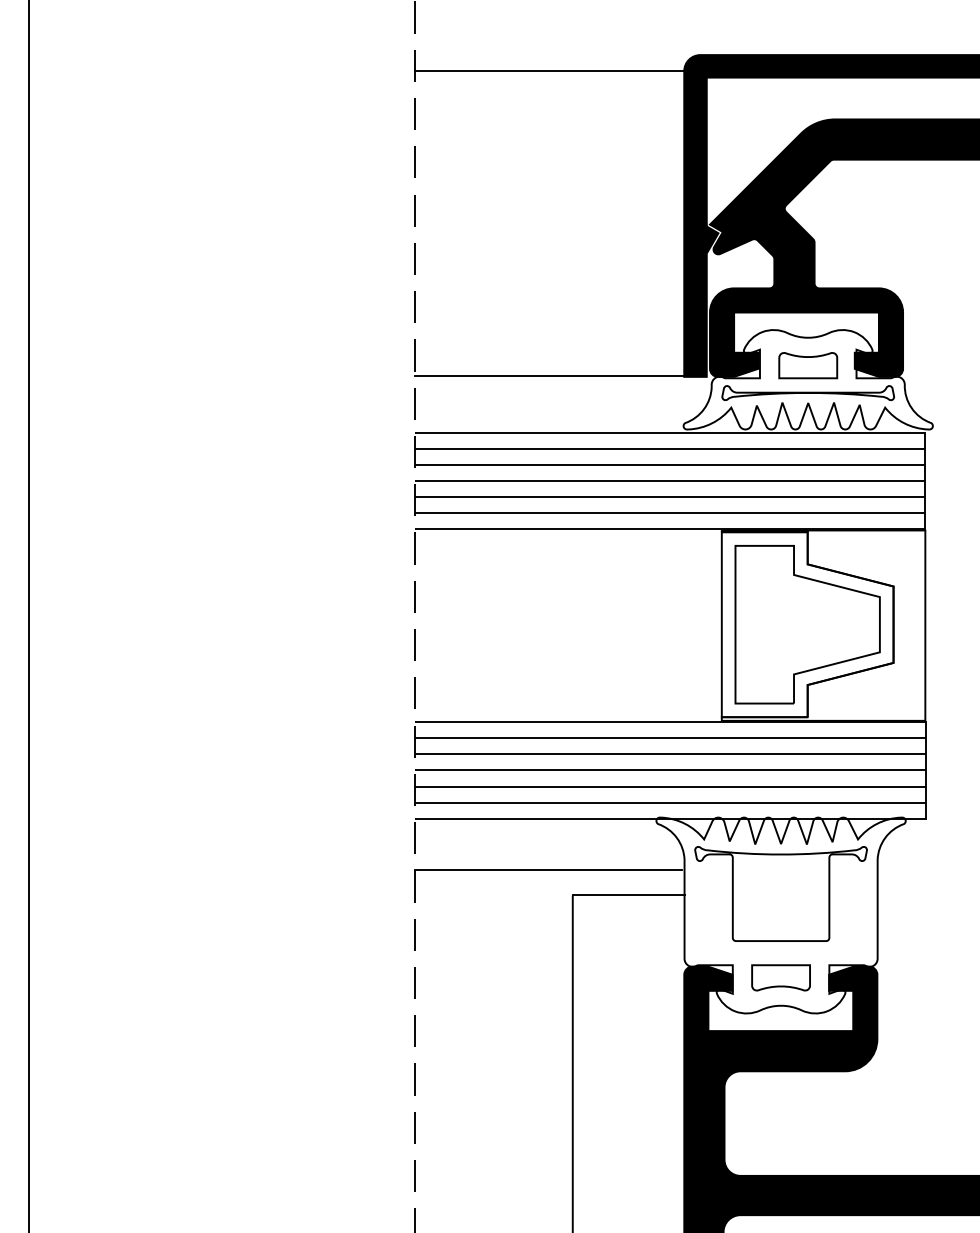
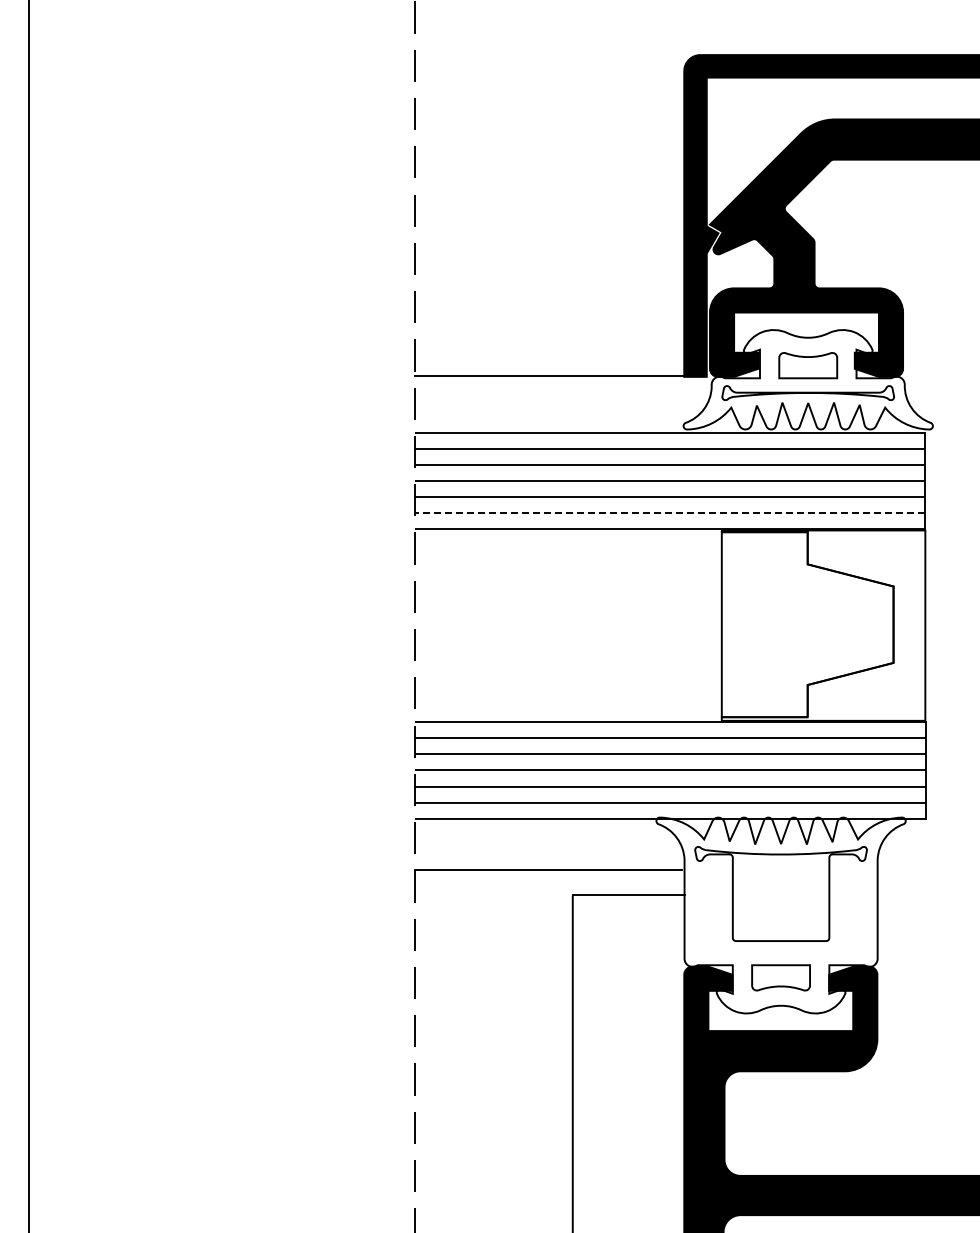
line at (549, 71): present -> none
line at (669, 513): solid -> dashed
part at (807, 624): present -> none
